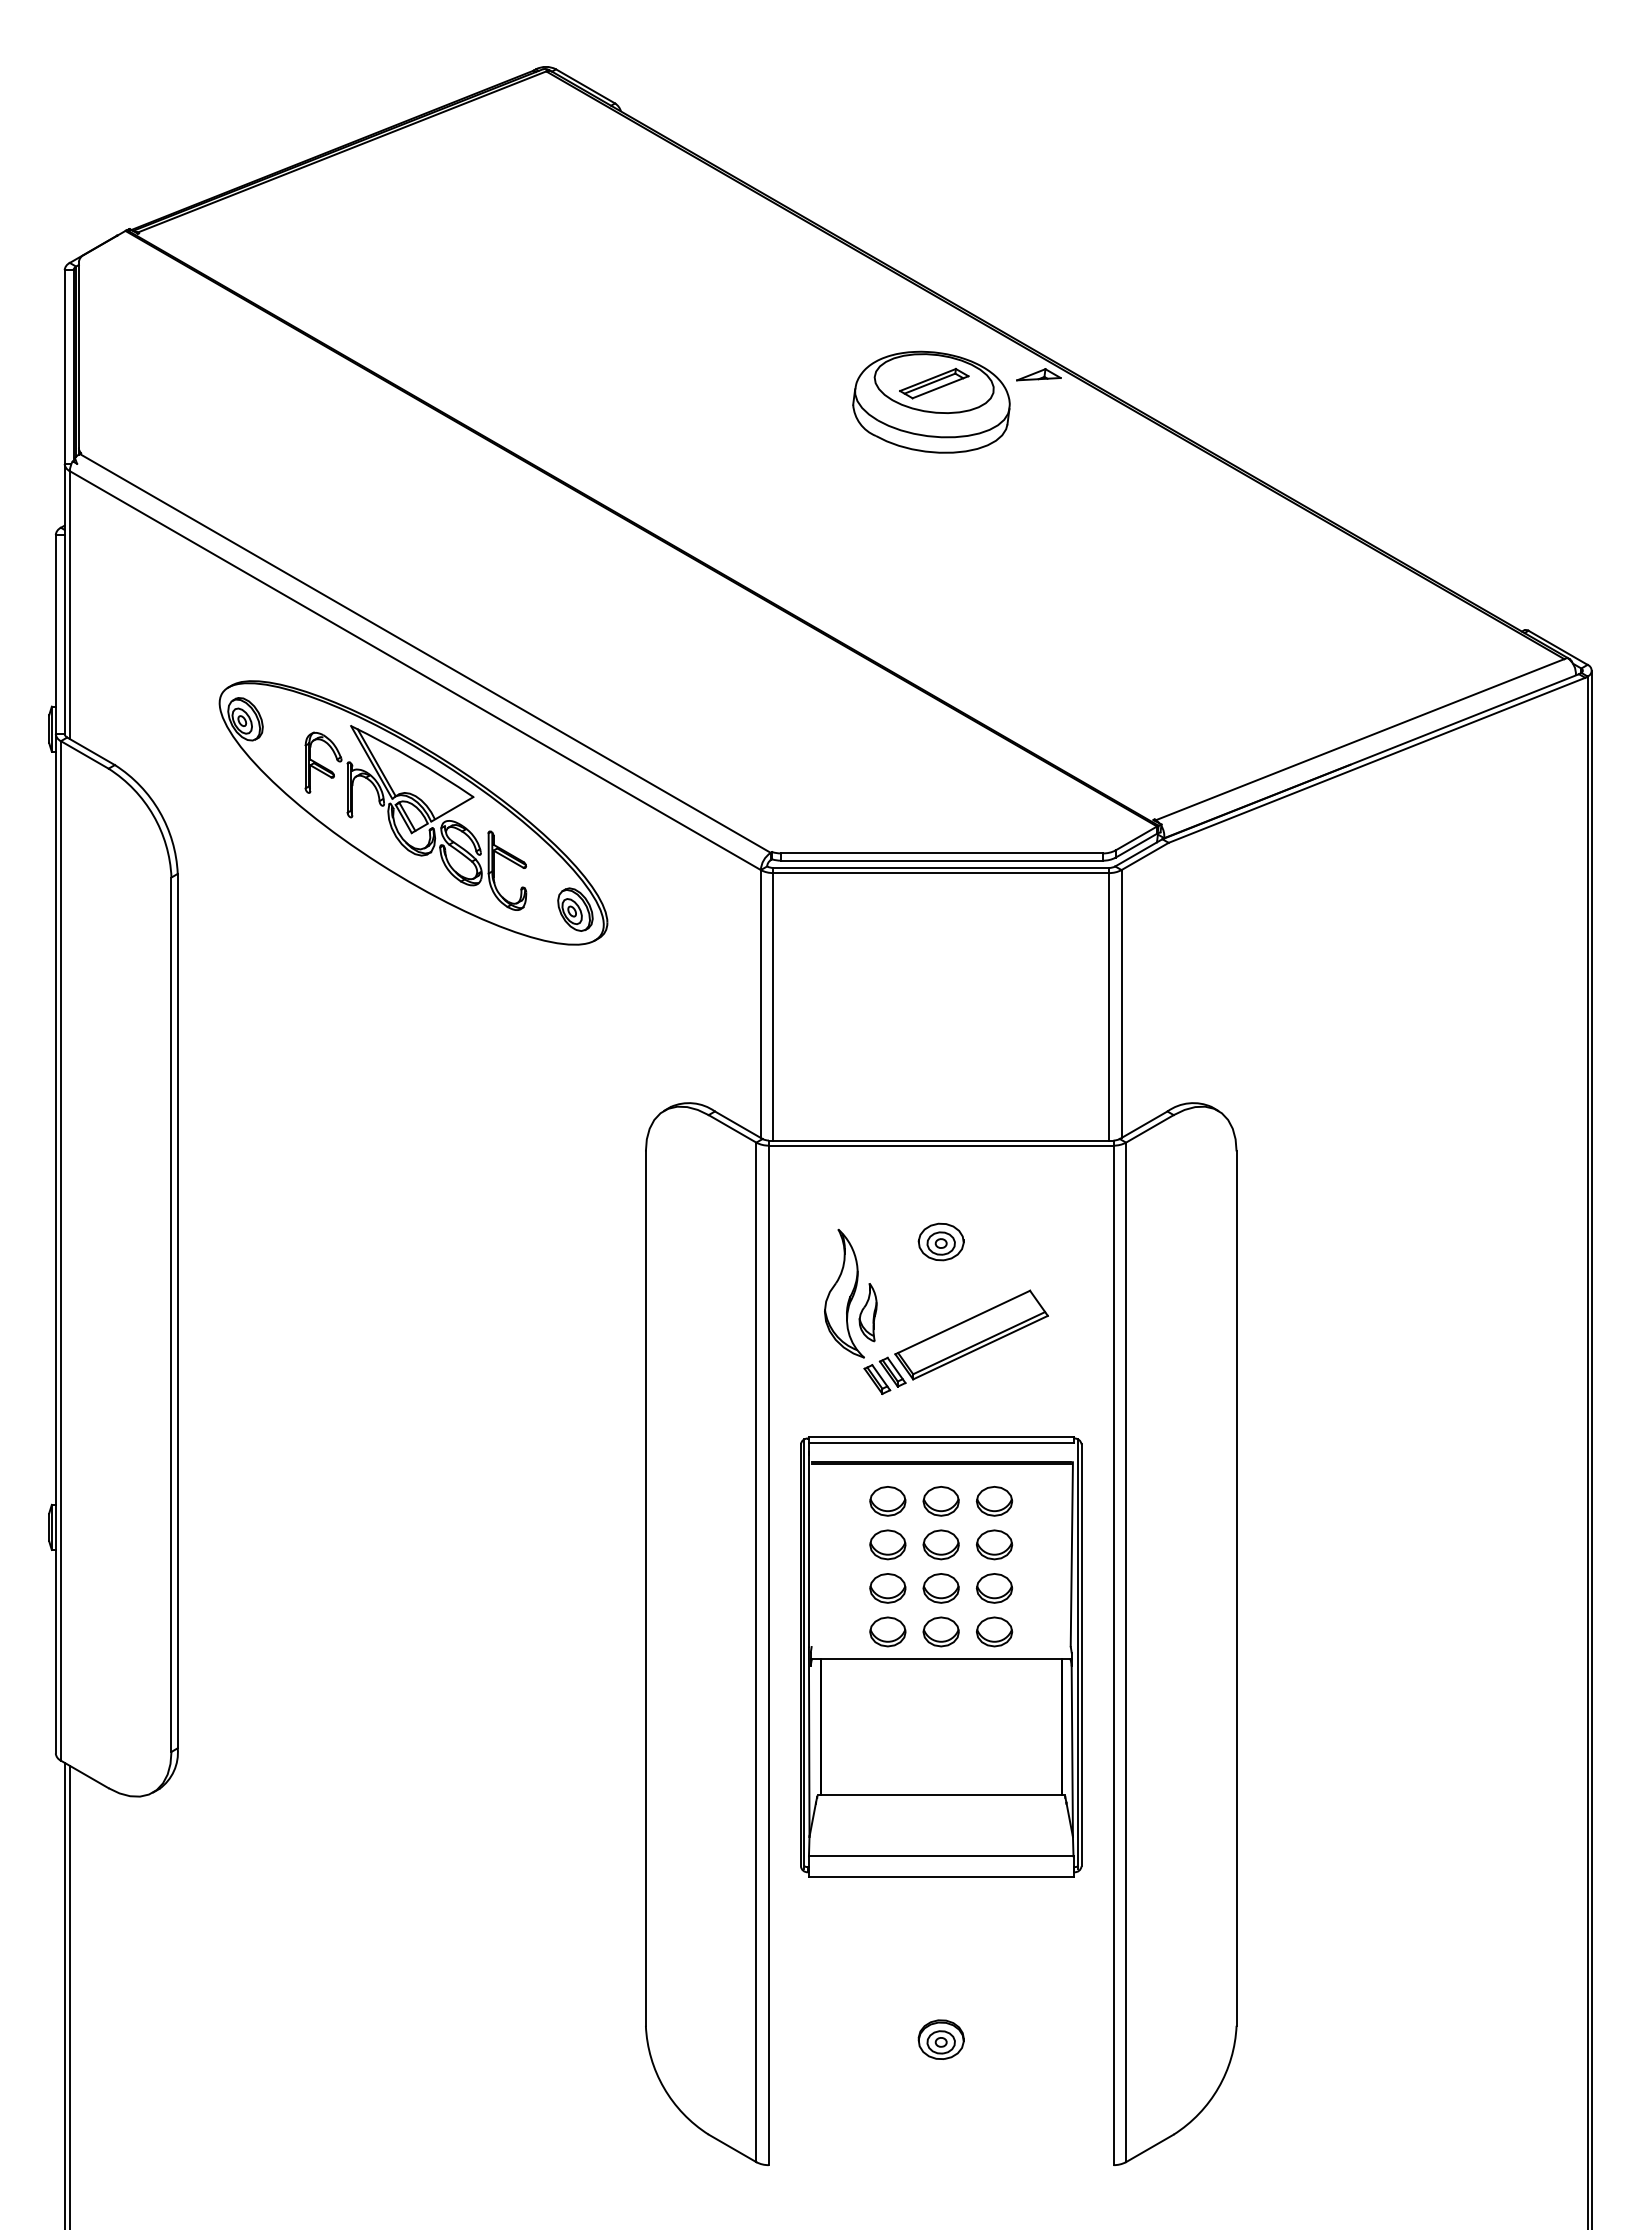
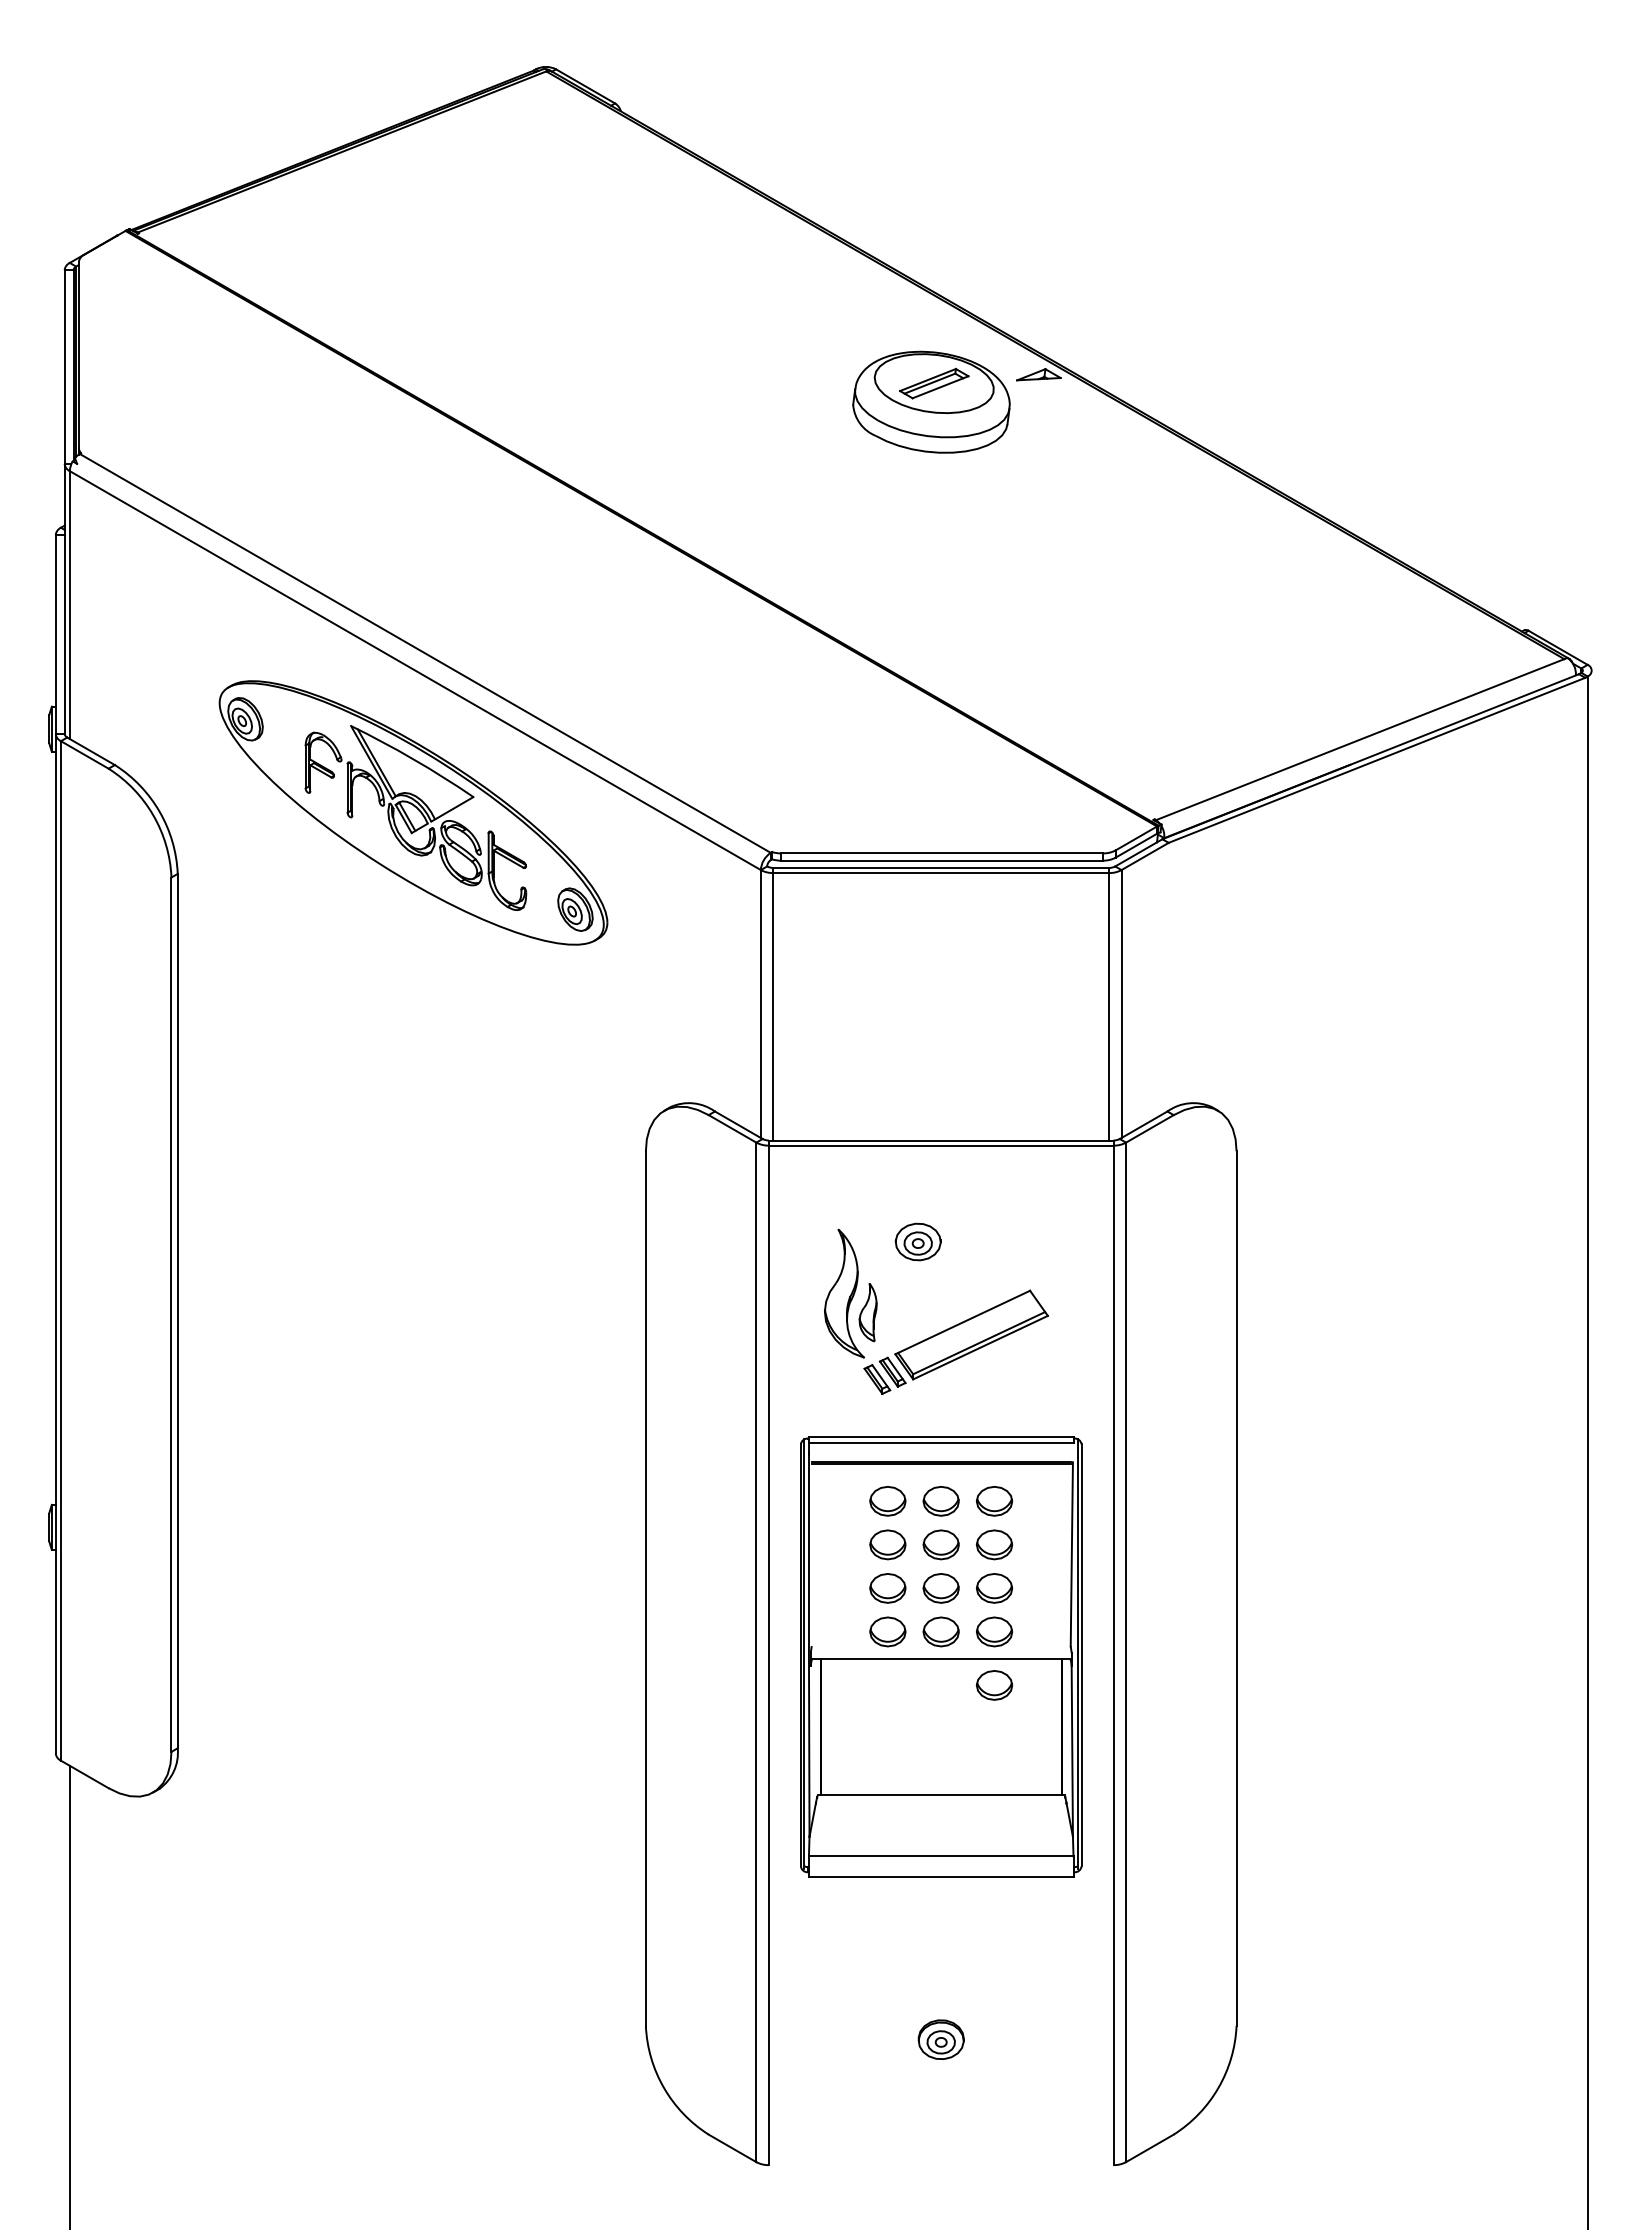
part at (940, 1241) position: (940, 1241) -> (917, 1241)
line at (1591, 1448): present -> none
part at (994, 1685): none -> present
line at (64, 1994): present -> none
